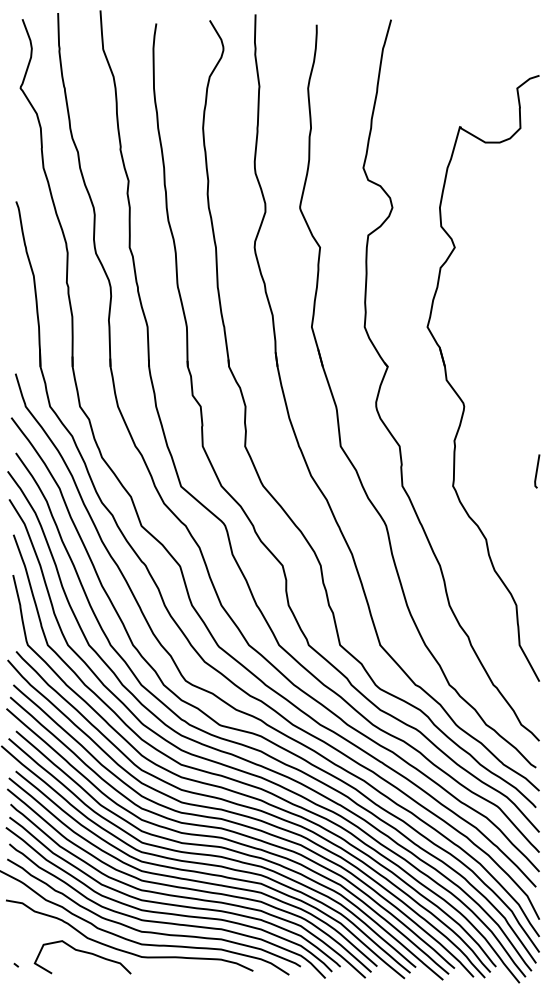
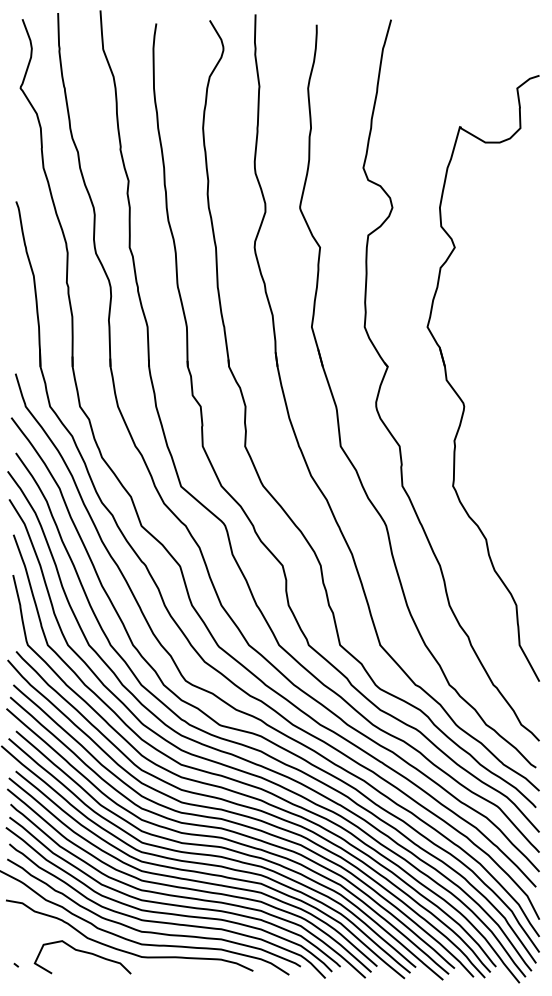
line at (537, 471): present -> none
